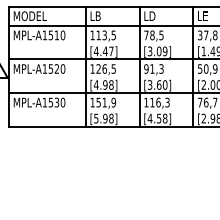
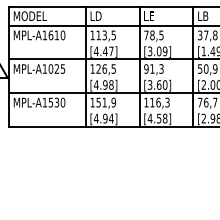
text at (98, 15): LB -> LD
text at (149, 15): LD -> LE
text at (203, 15): LE -> LB
text at (50, 35): MPL-A1510 -> MPL-A1610
text at (56, 68): MPL-A1520 -> MPL-A1025
text at (103, 118): [5.98] -> [4.94]
